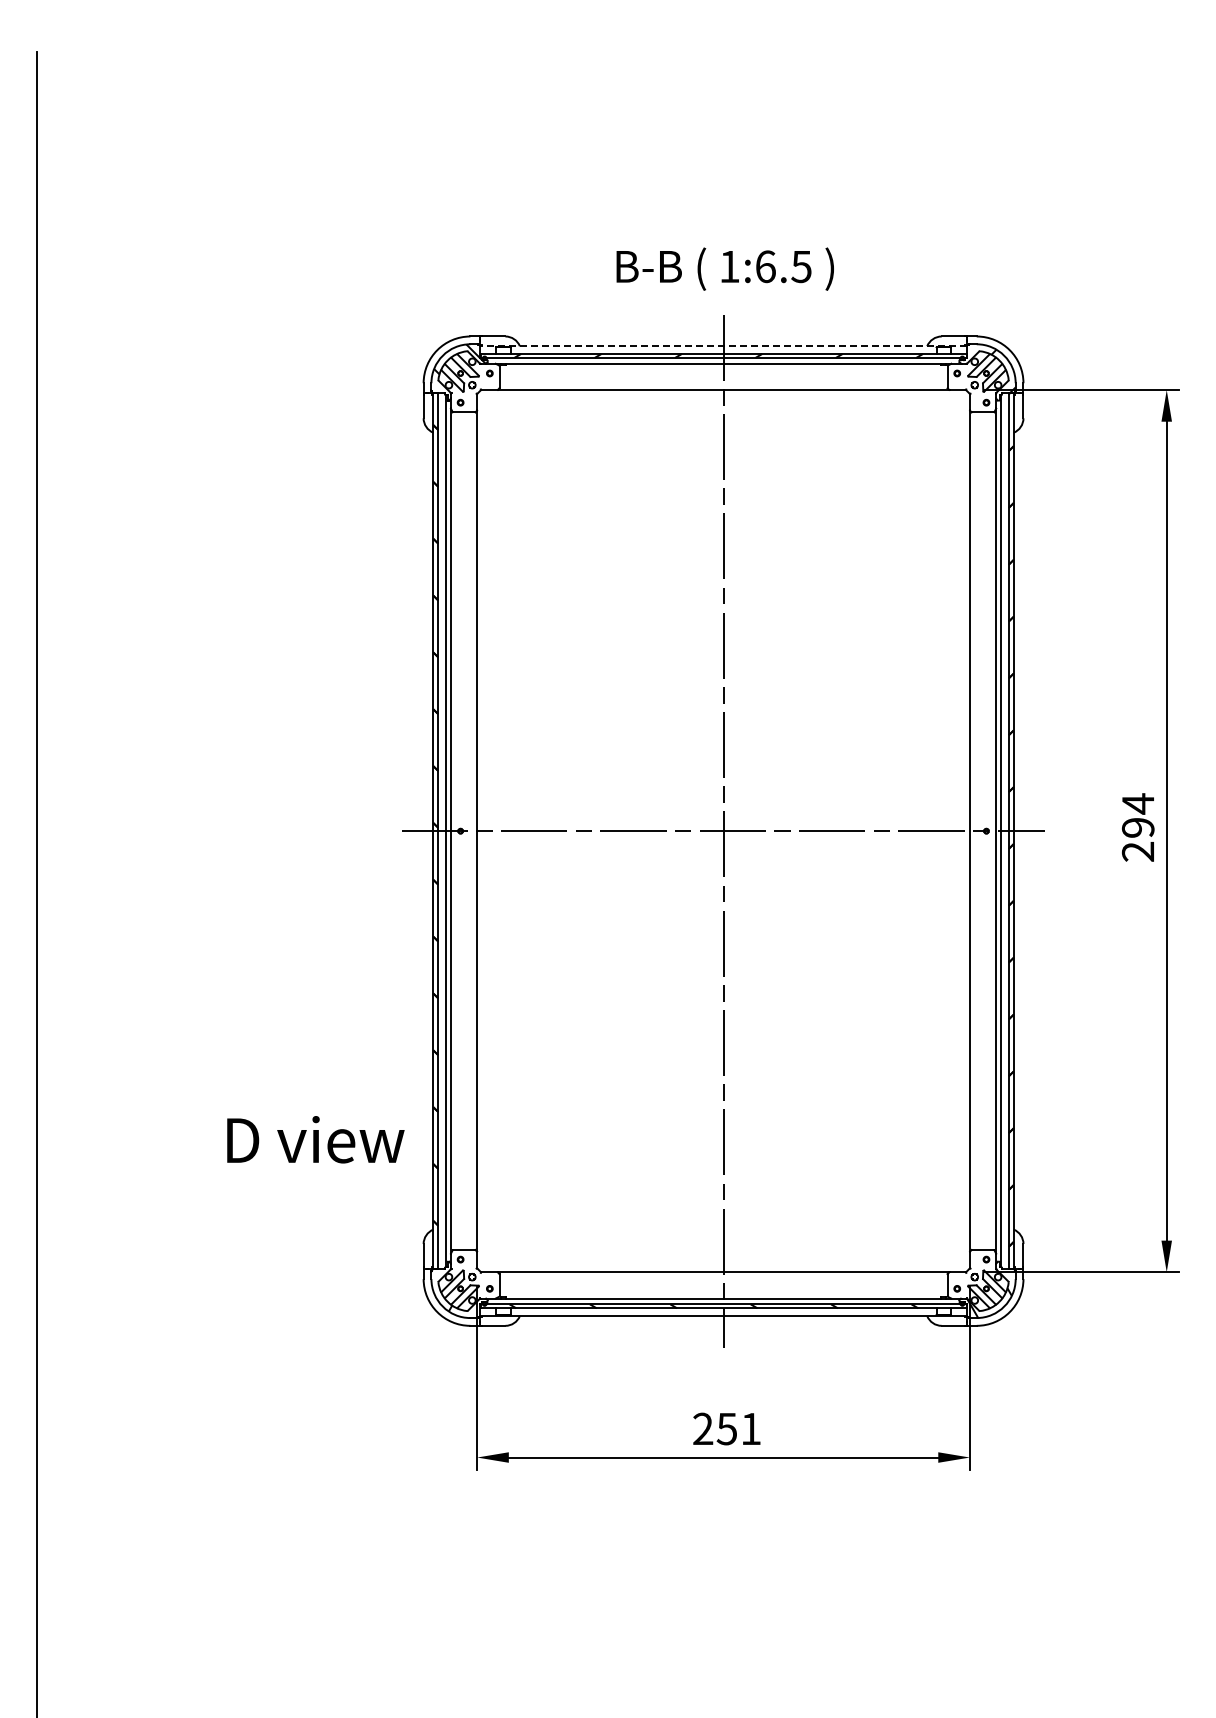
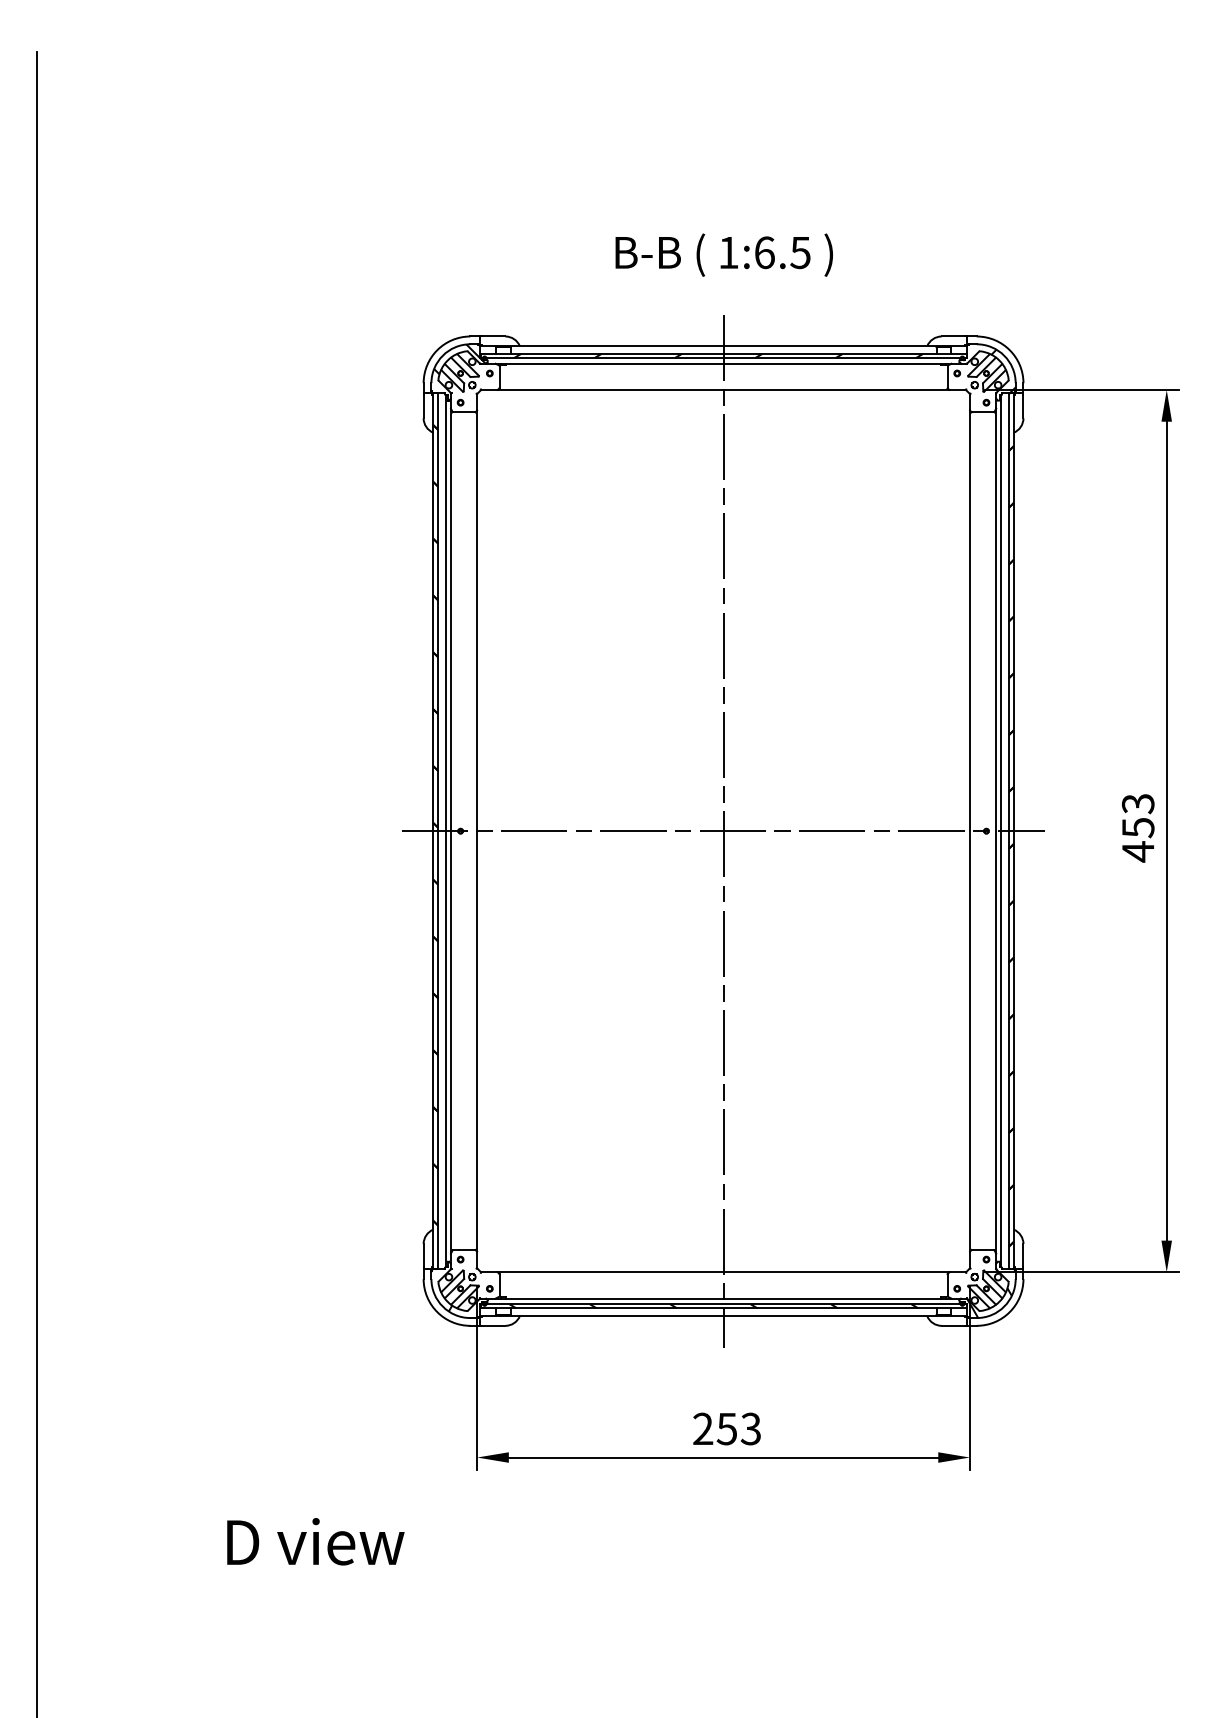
text at (724, 268) position: (724, 268) -> (723, 254)
line at (723, 346): dashed -> solid
text at (1137, 827): 294 -> 453
text at (315, 1139) position: (315, 1139) -> (315, 1541)
text at (750, 1428): 251 -> 253
